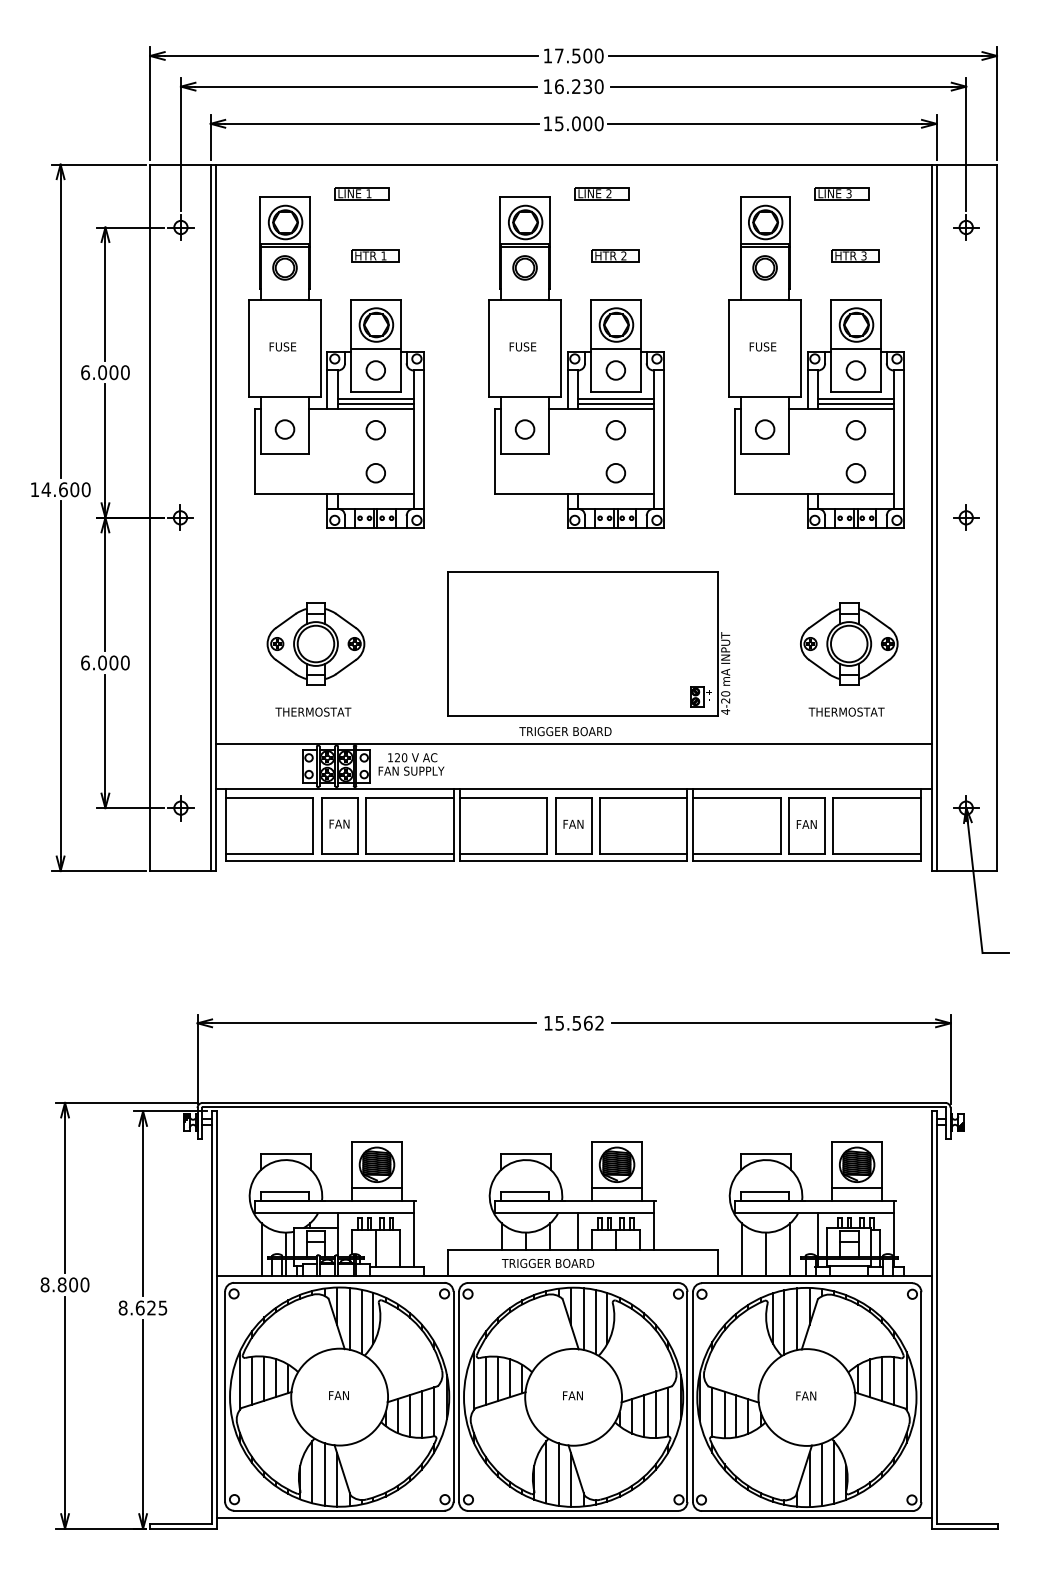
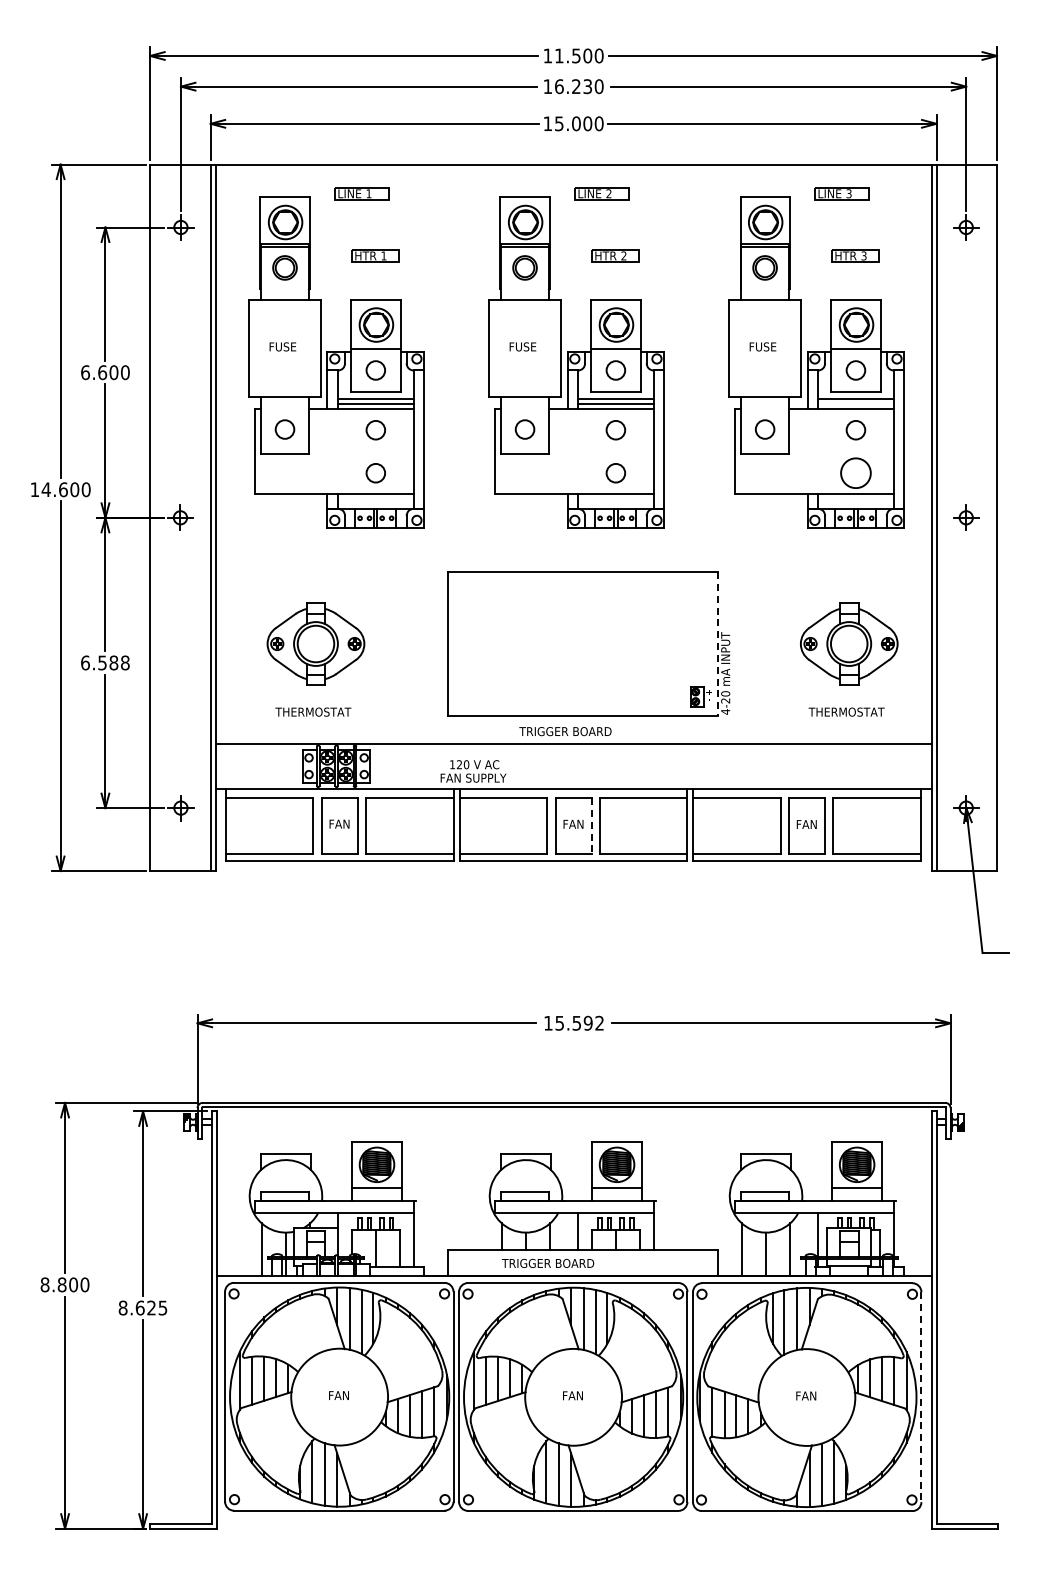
text at (559, 55): 17.500 -> 11.500
text at (102, 372): 6.000 -> 6.600
line at (855, 403): present -> none
circle at (855, 472) diameter: 19 px -> 30 px
line at (717, 644): solid -> dashed
text at (113, 662): 6.000 -> 6.588
text at (411, 764) position: (411, 764) -> (473, 771)
line at (592, 826): solid -> dashed
text at (587, 1022): 15.562 -> 15.592
line at (921, 1397): solid -> dashed
line at (573, 1518): present -> none
